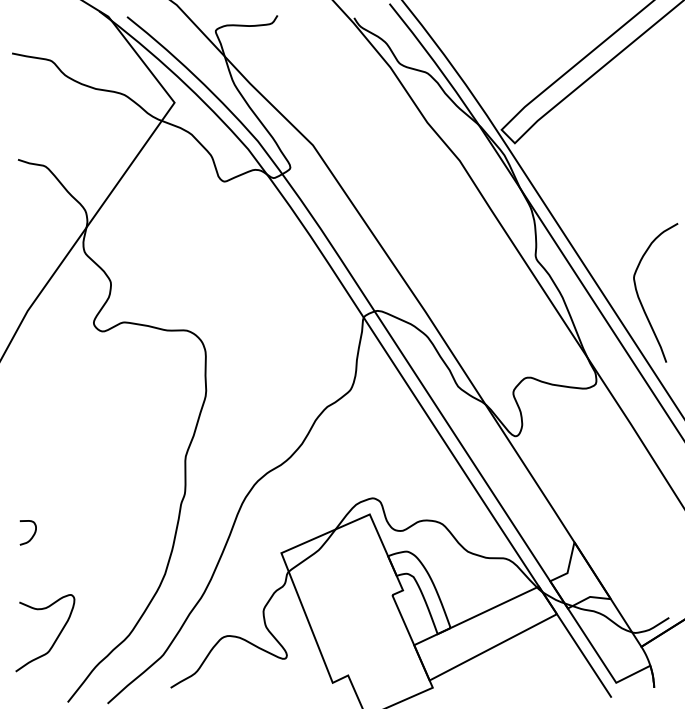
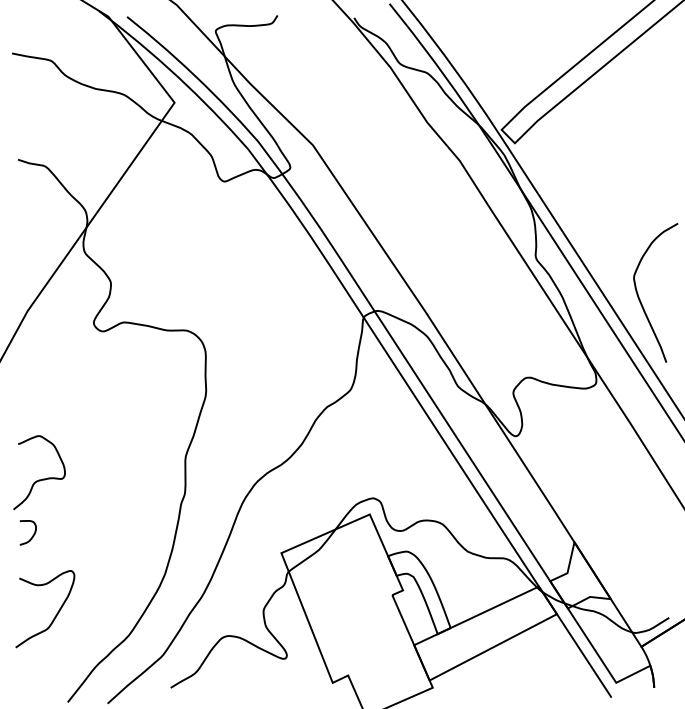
curve at (42, 478): none -> present
curve at (54, 640) position: (54, 640) -> (54, 616)
